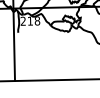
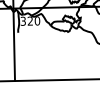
text at (30, 20): 218 -> 320
